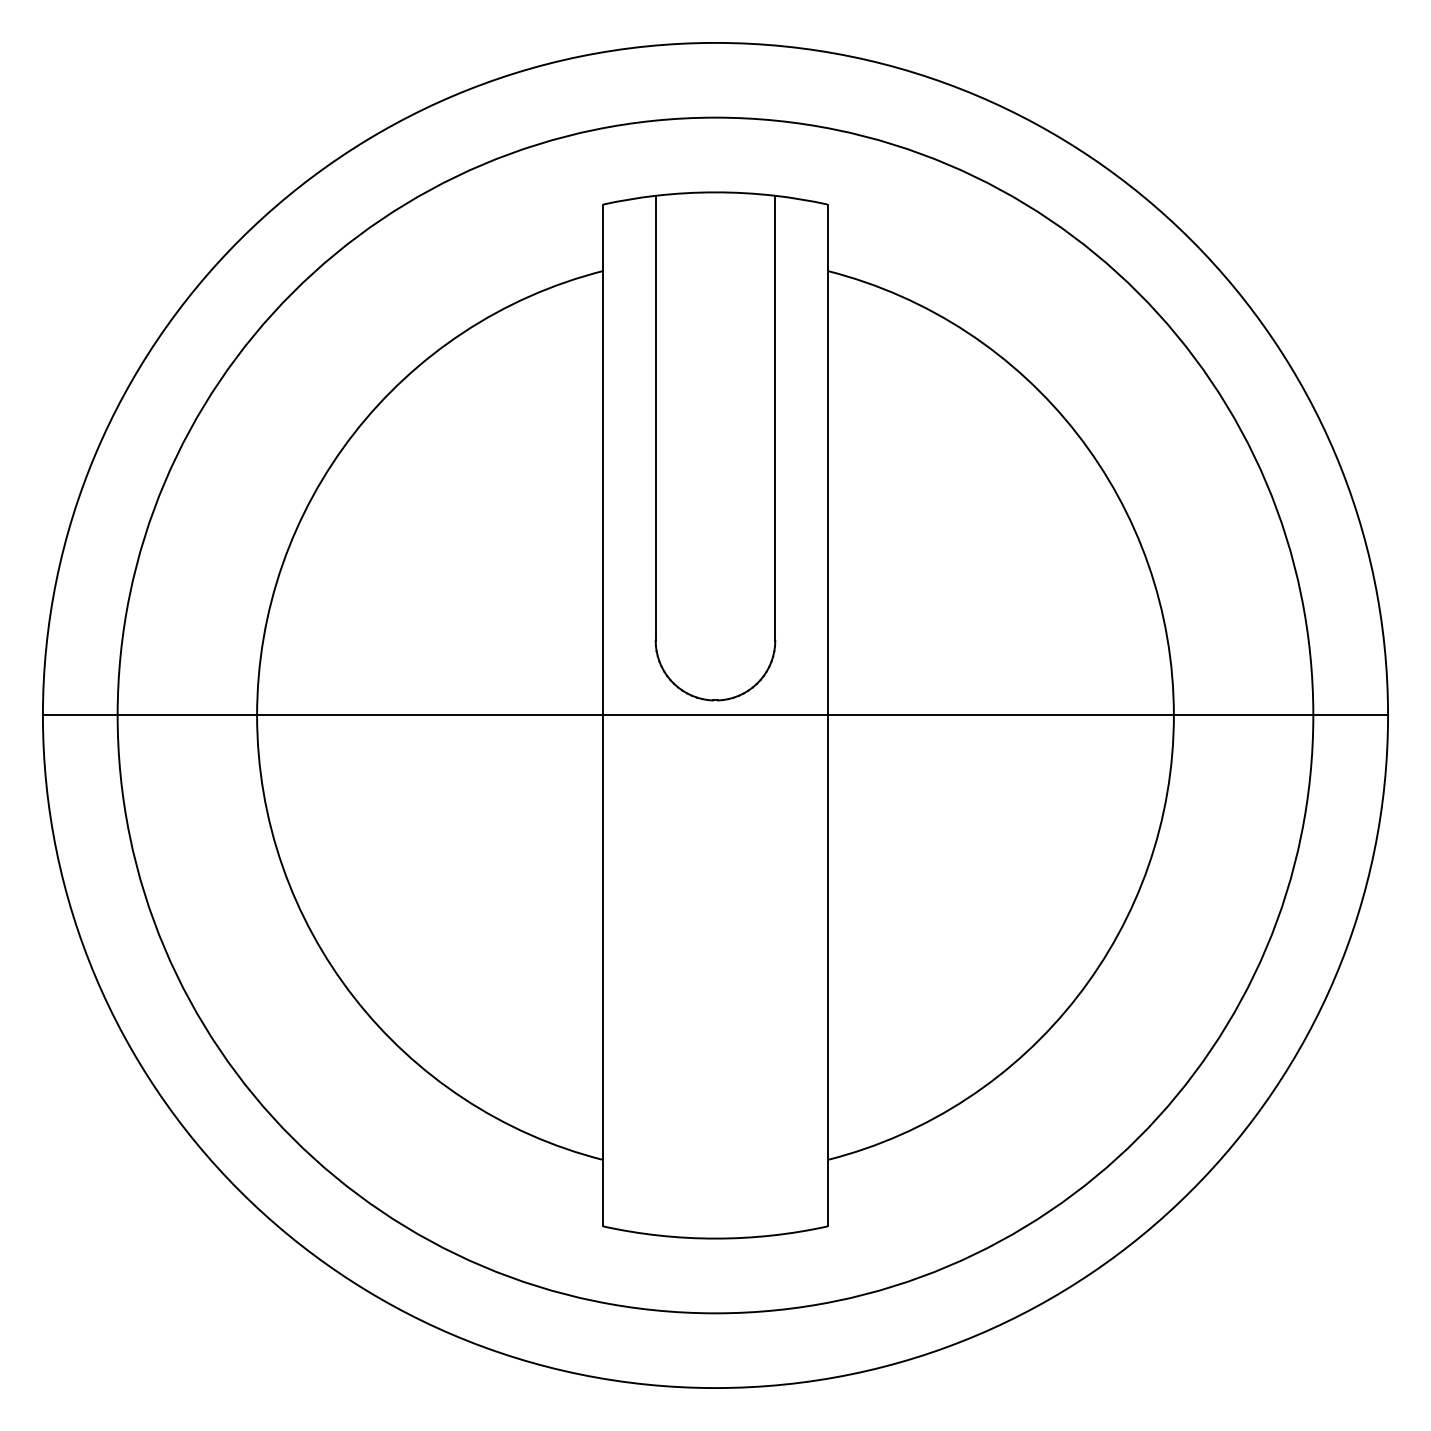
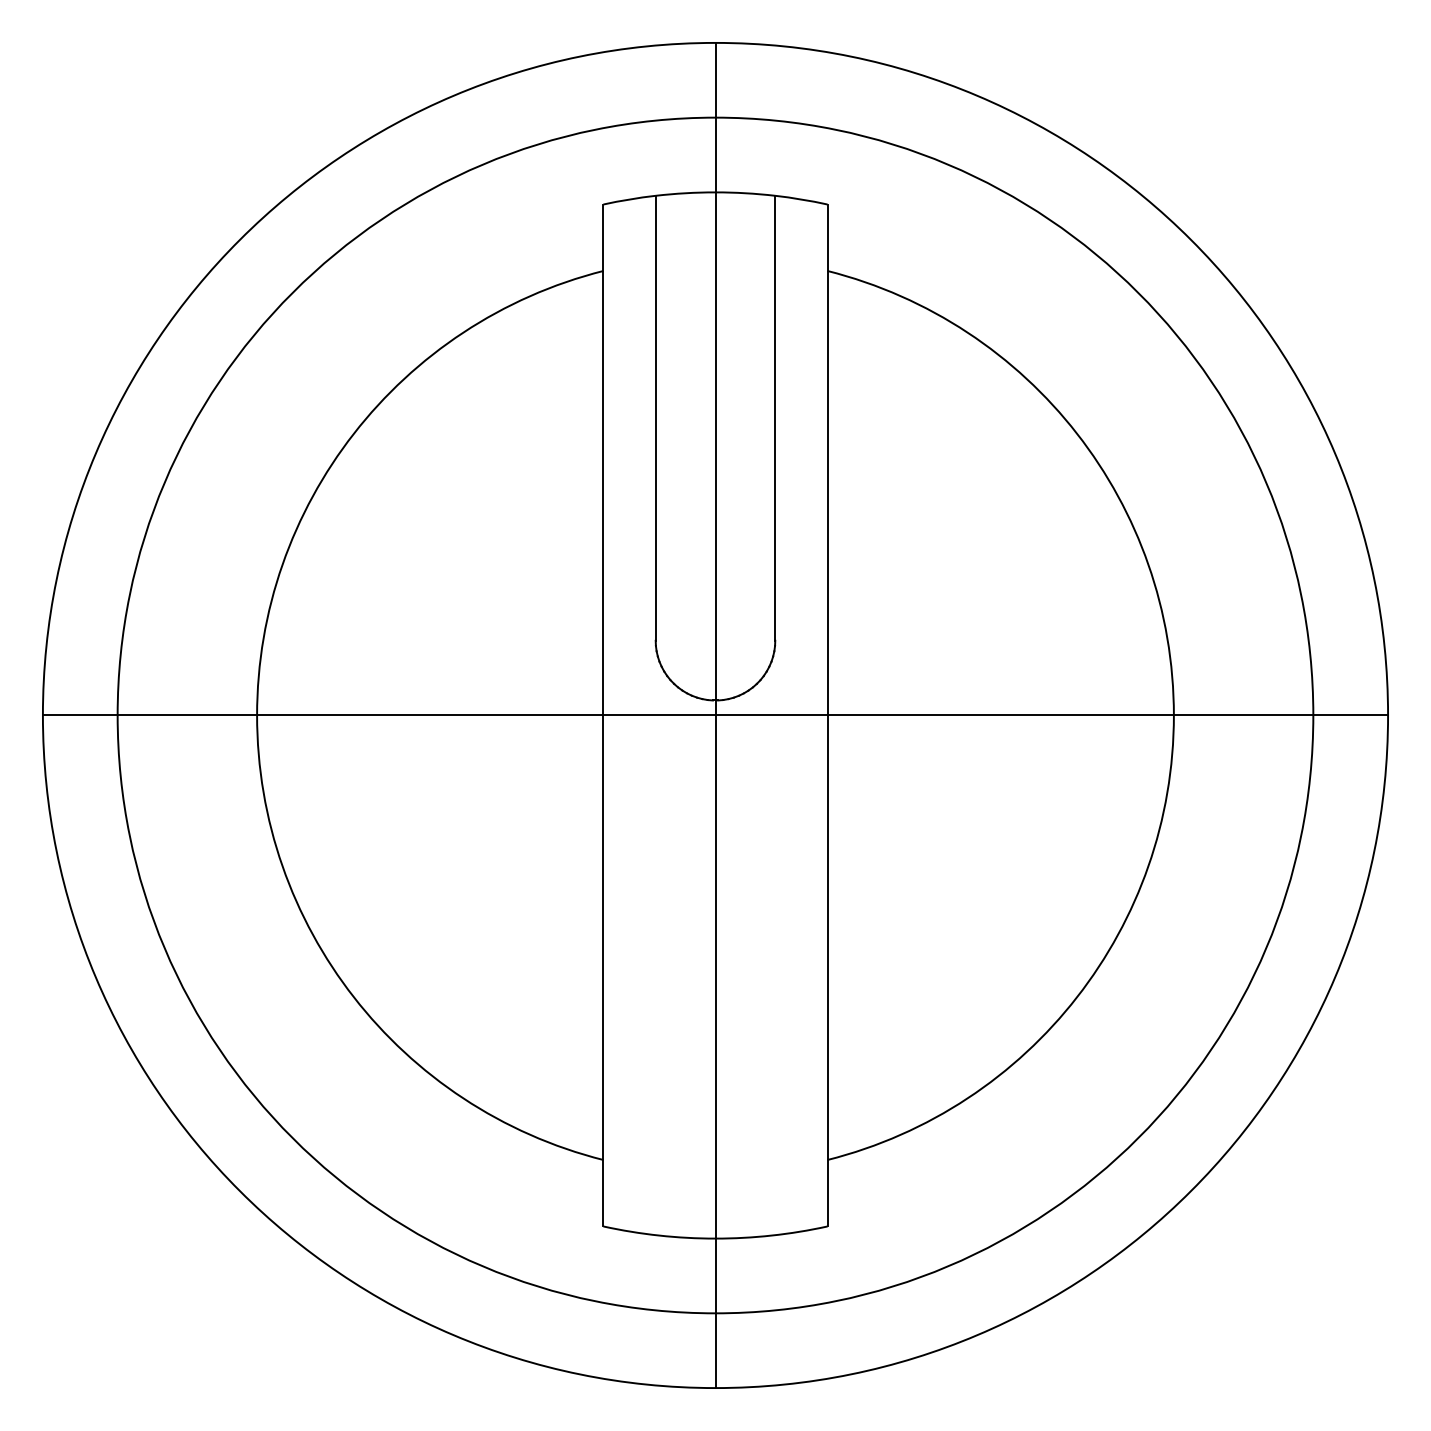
line at (715, 715): none -> present
